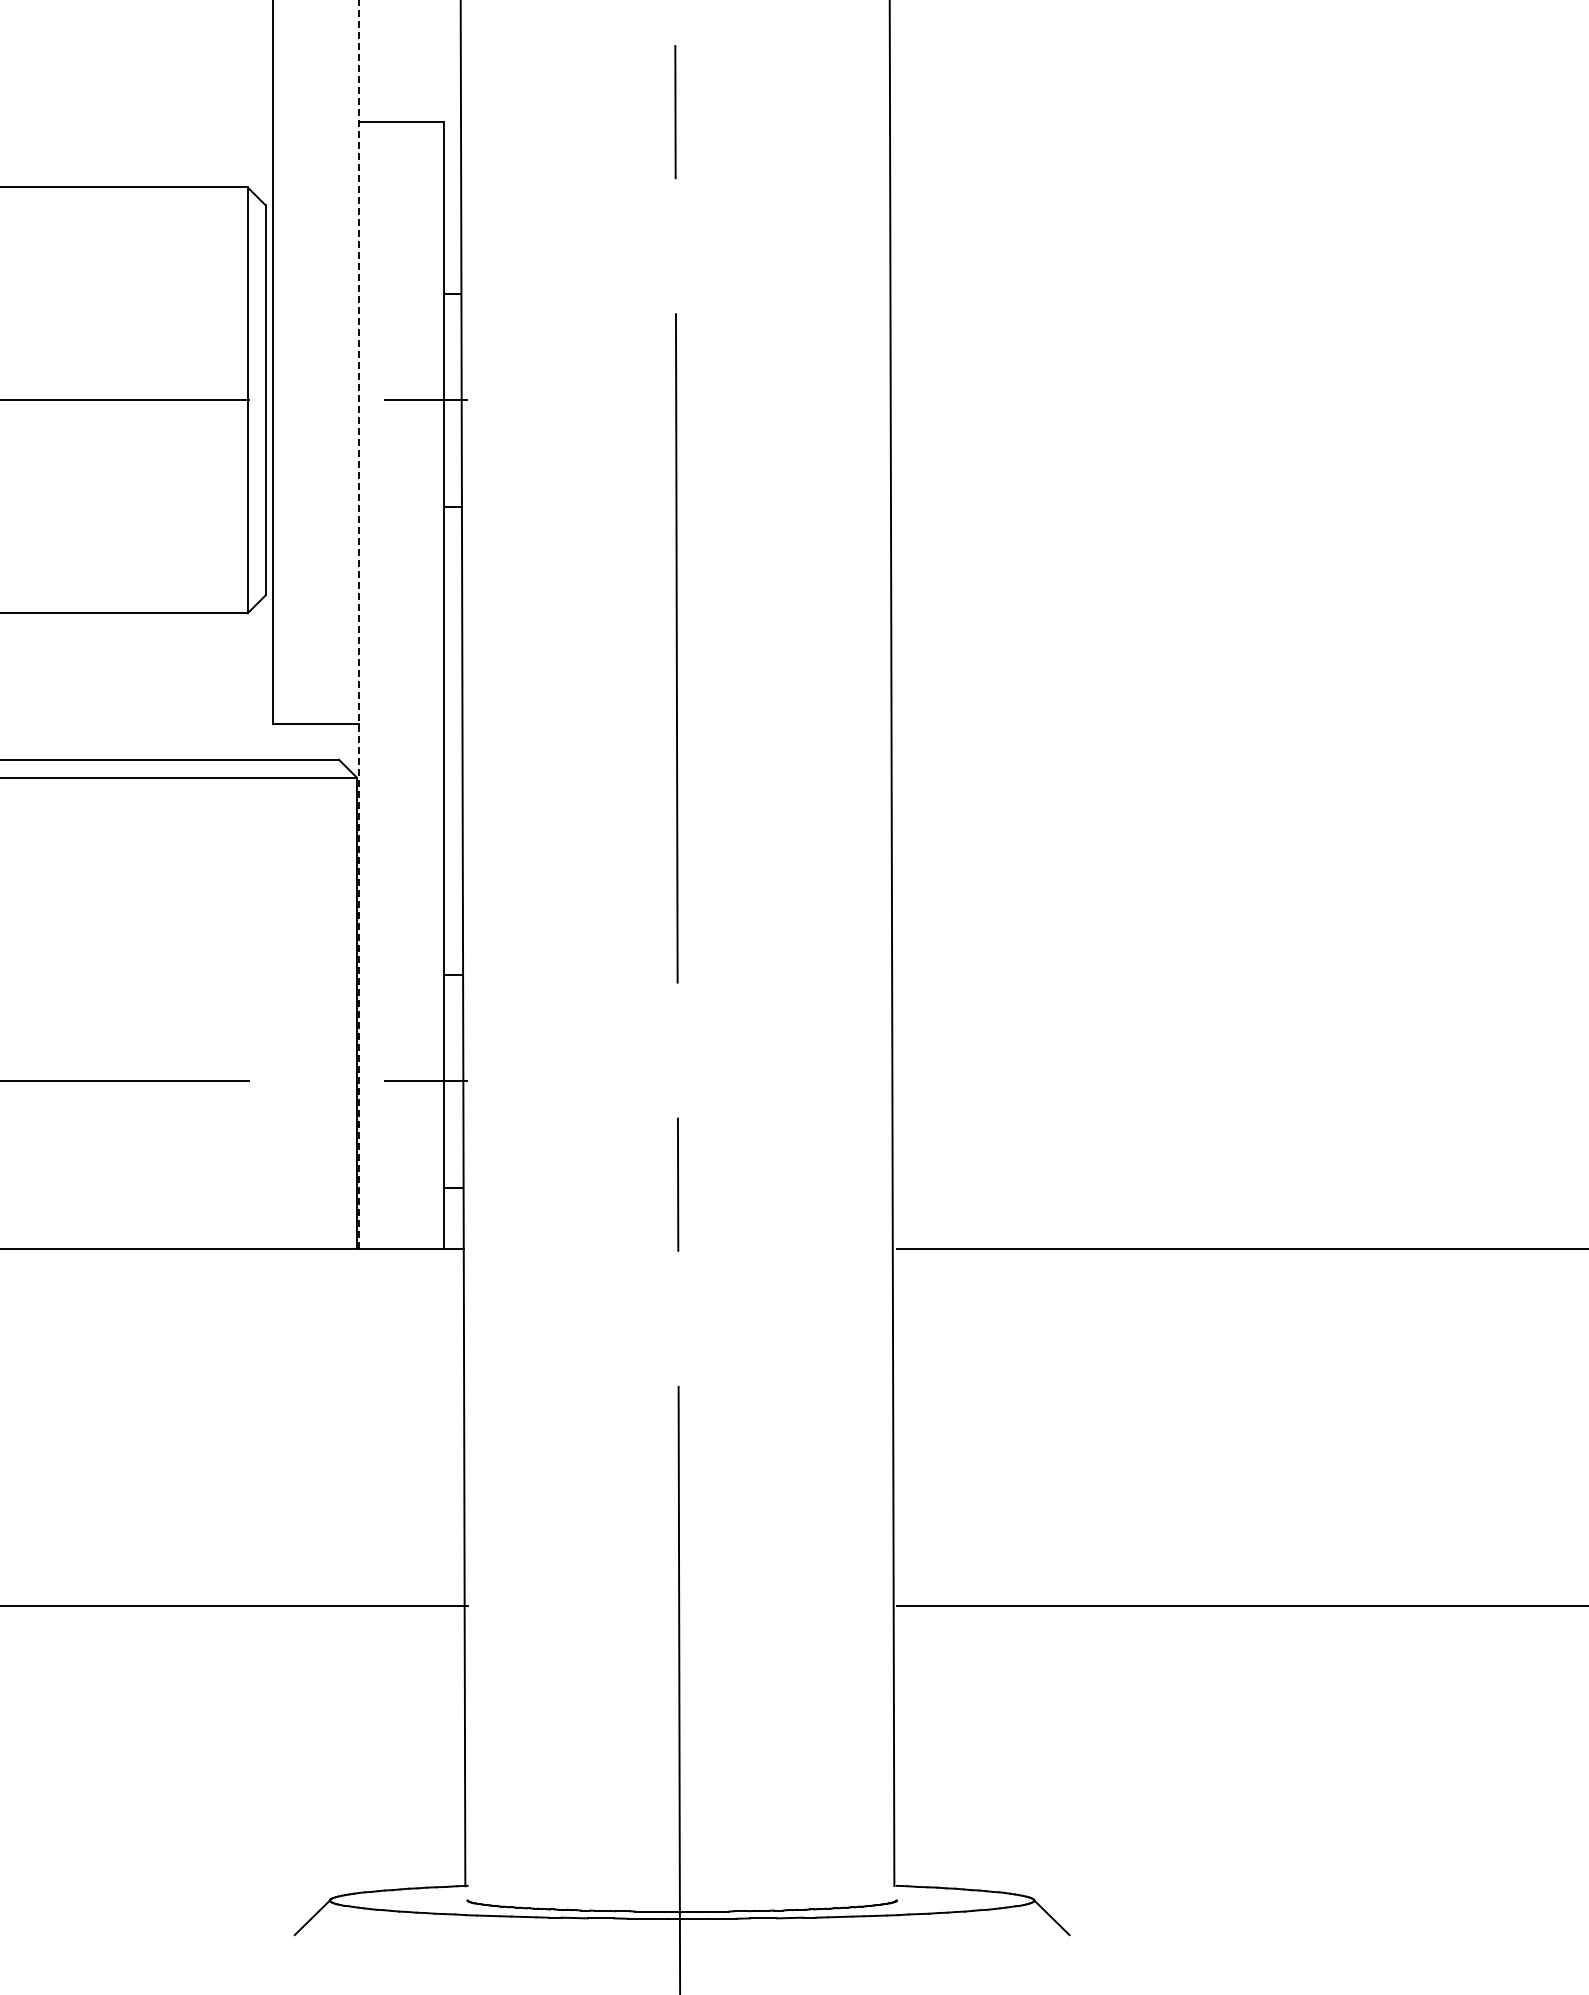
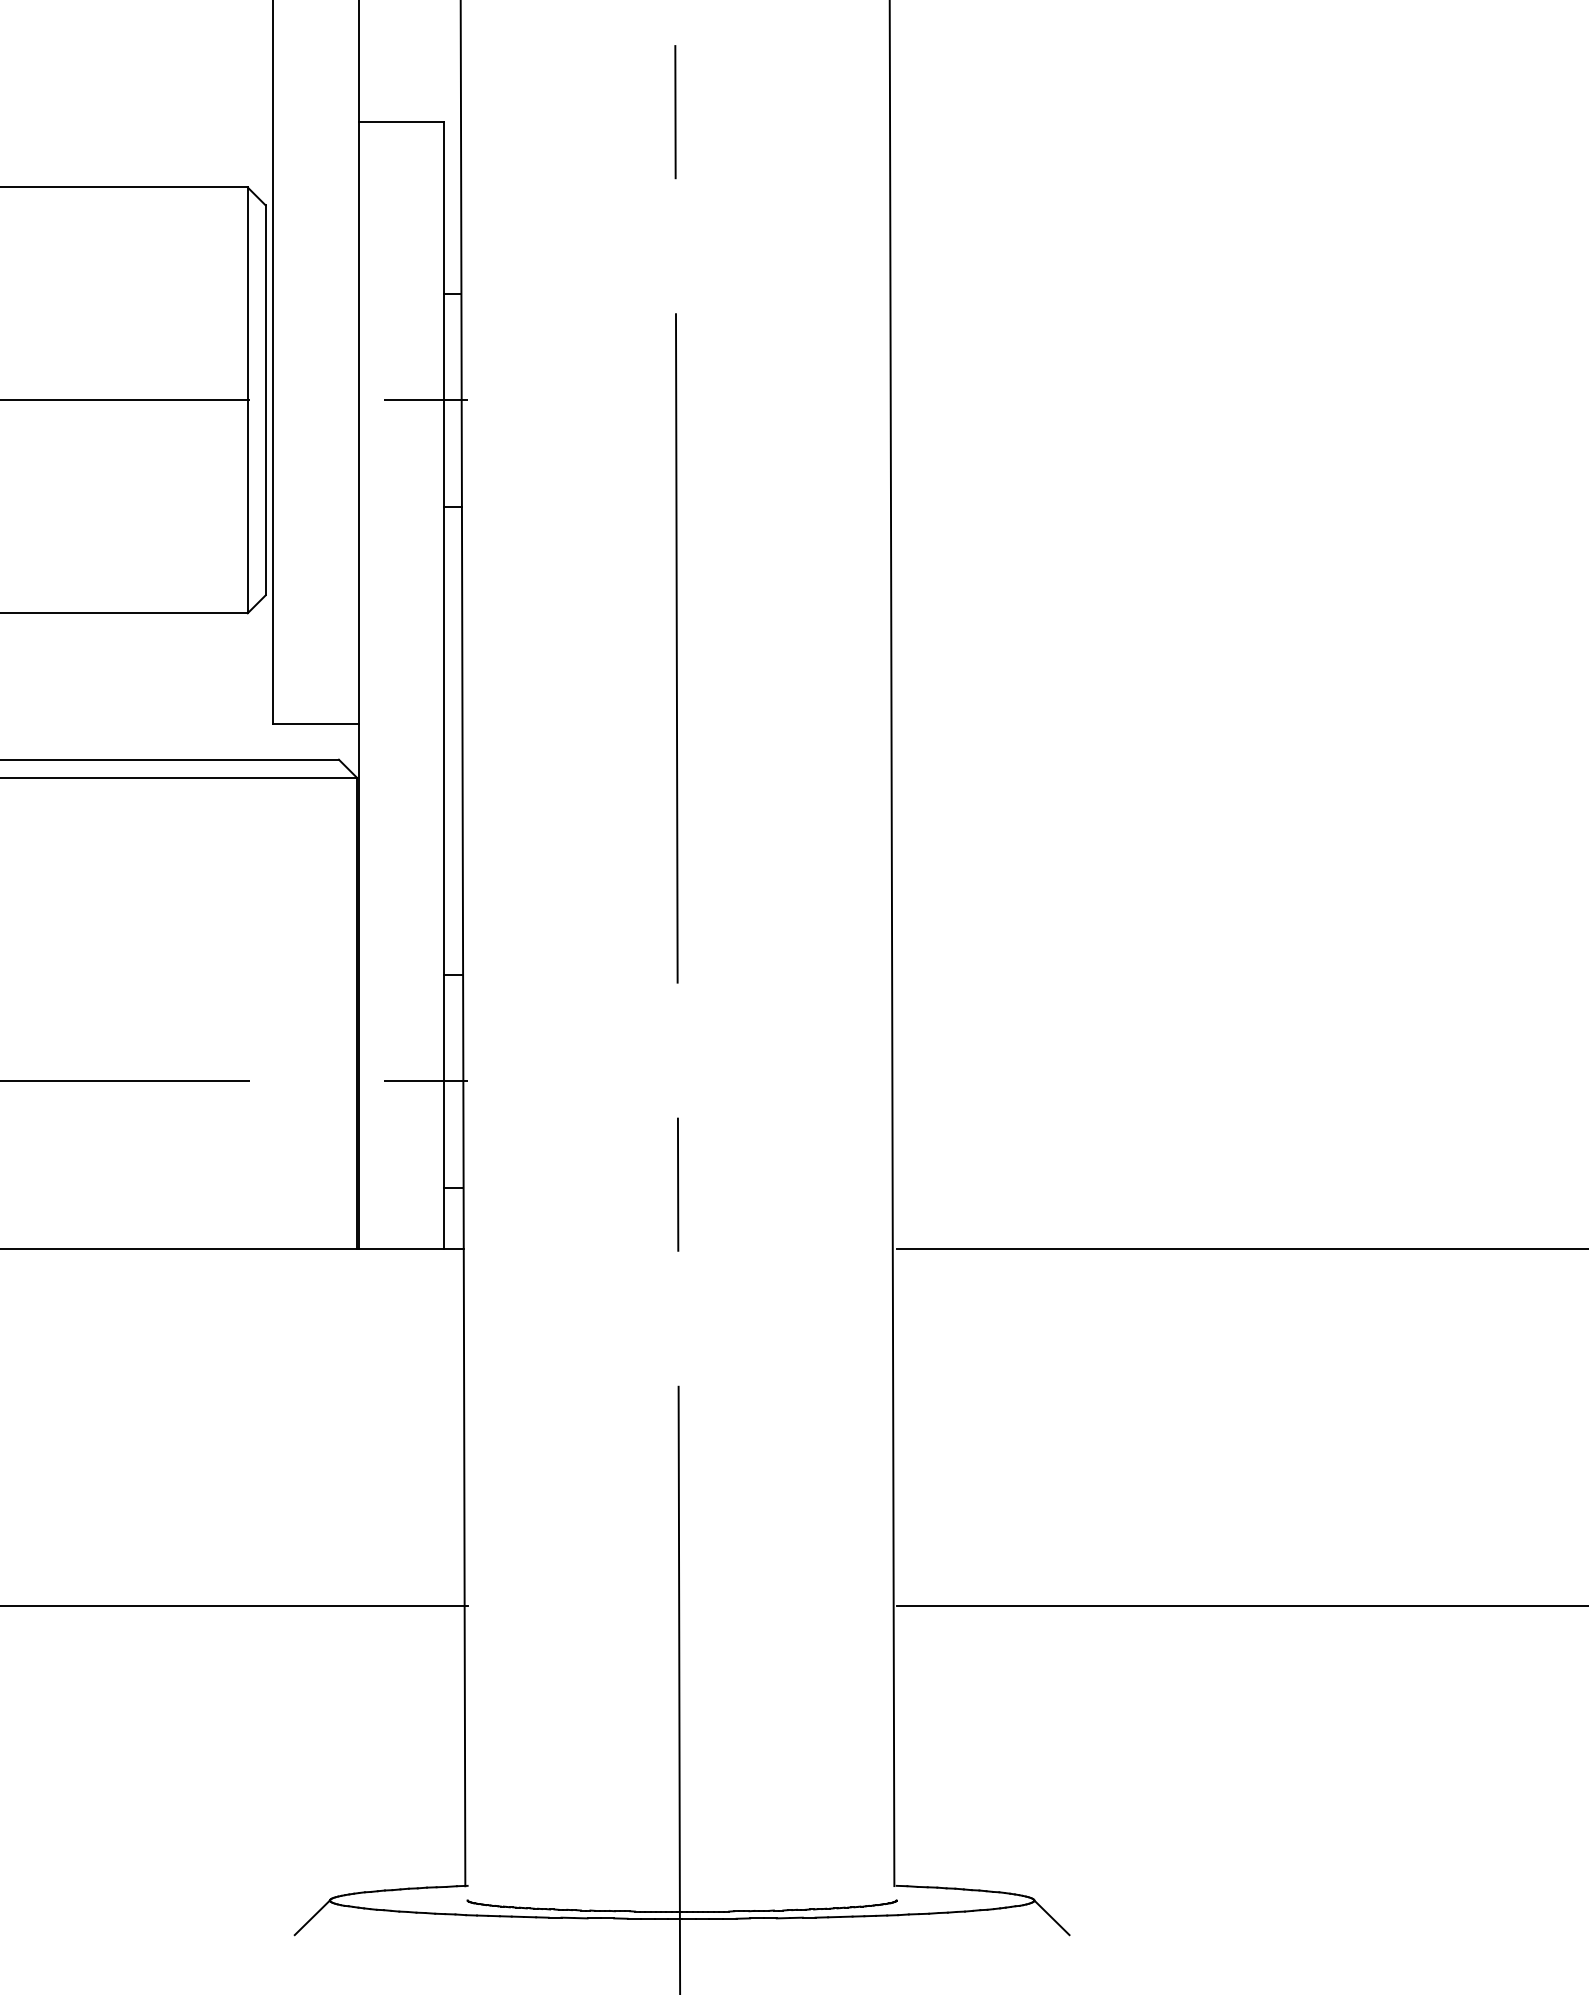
line at (358, 623): dashed -> solid
